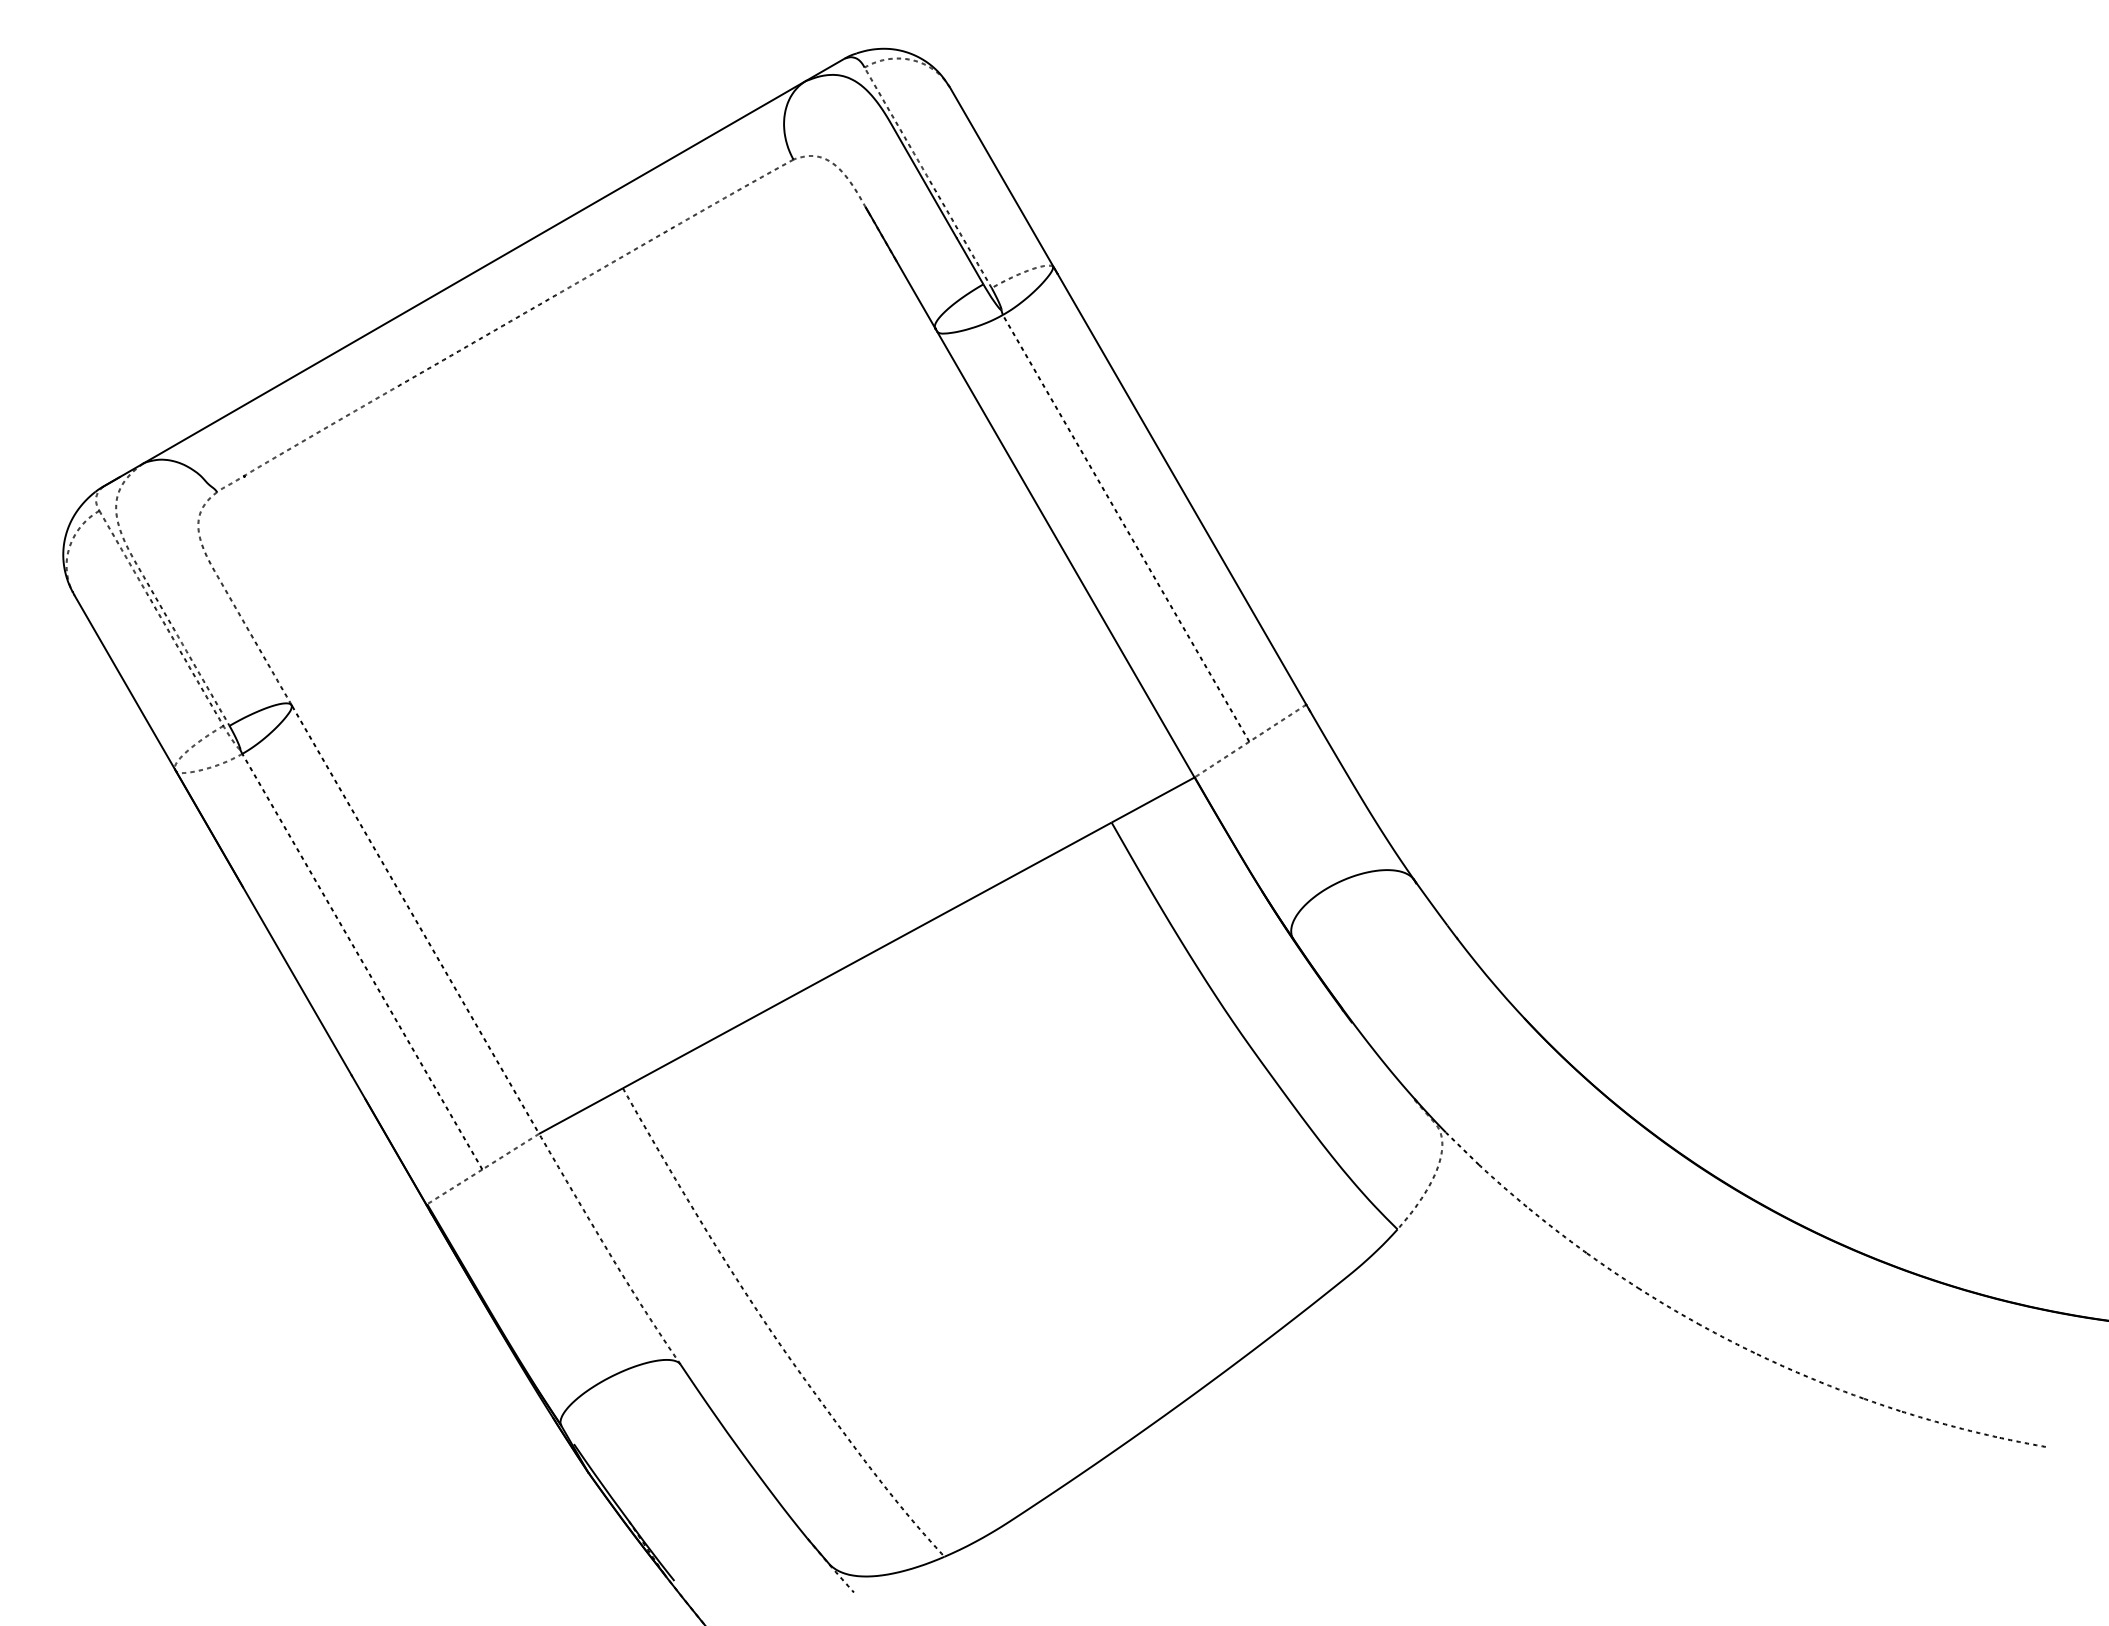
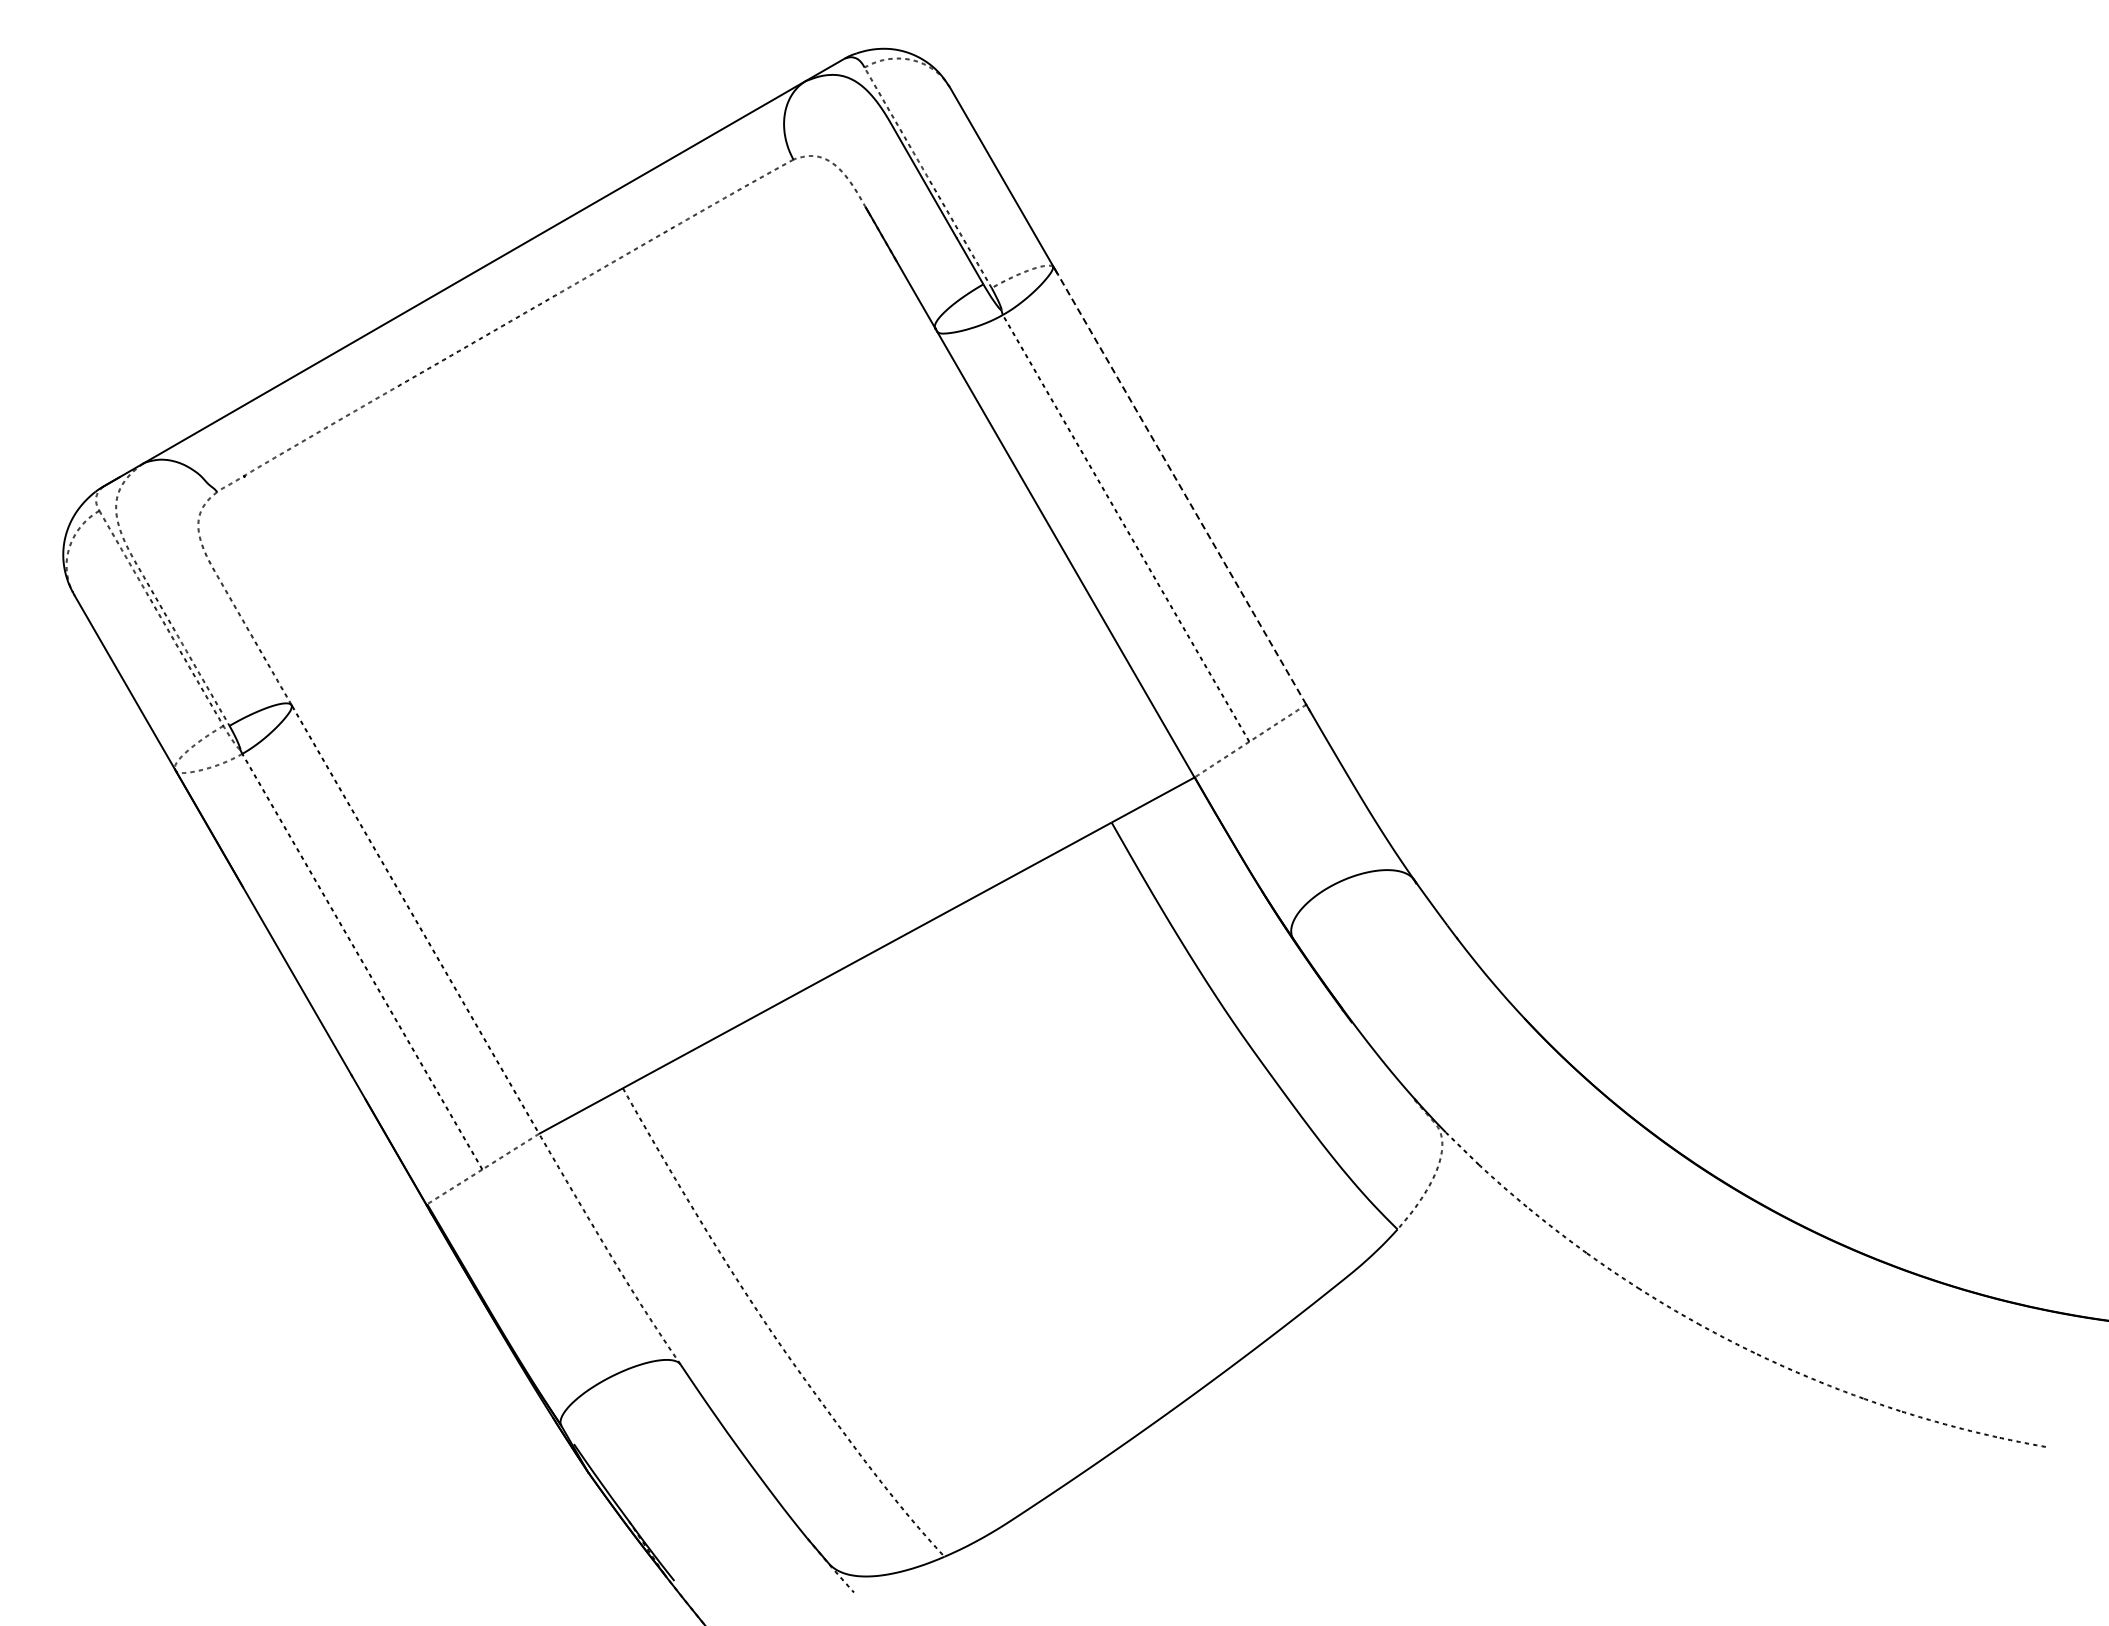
line at (1181, 489): solid -> dashed
